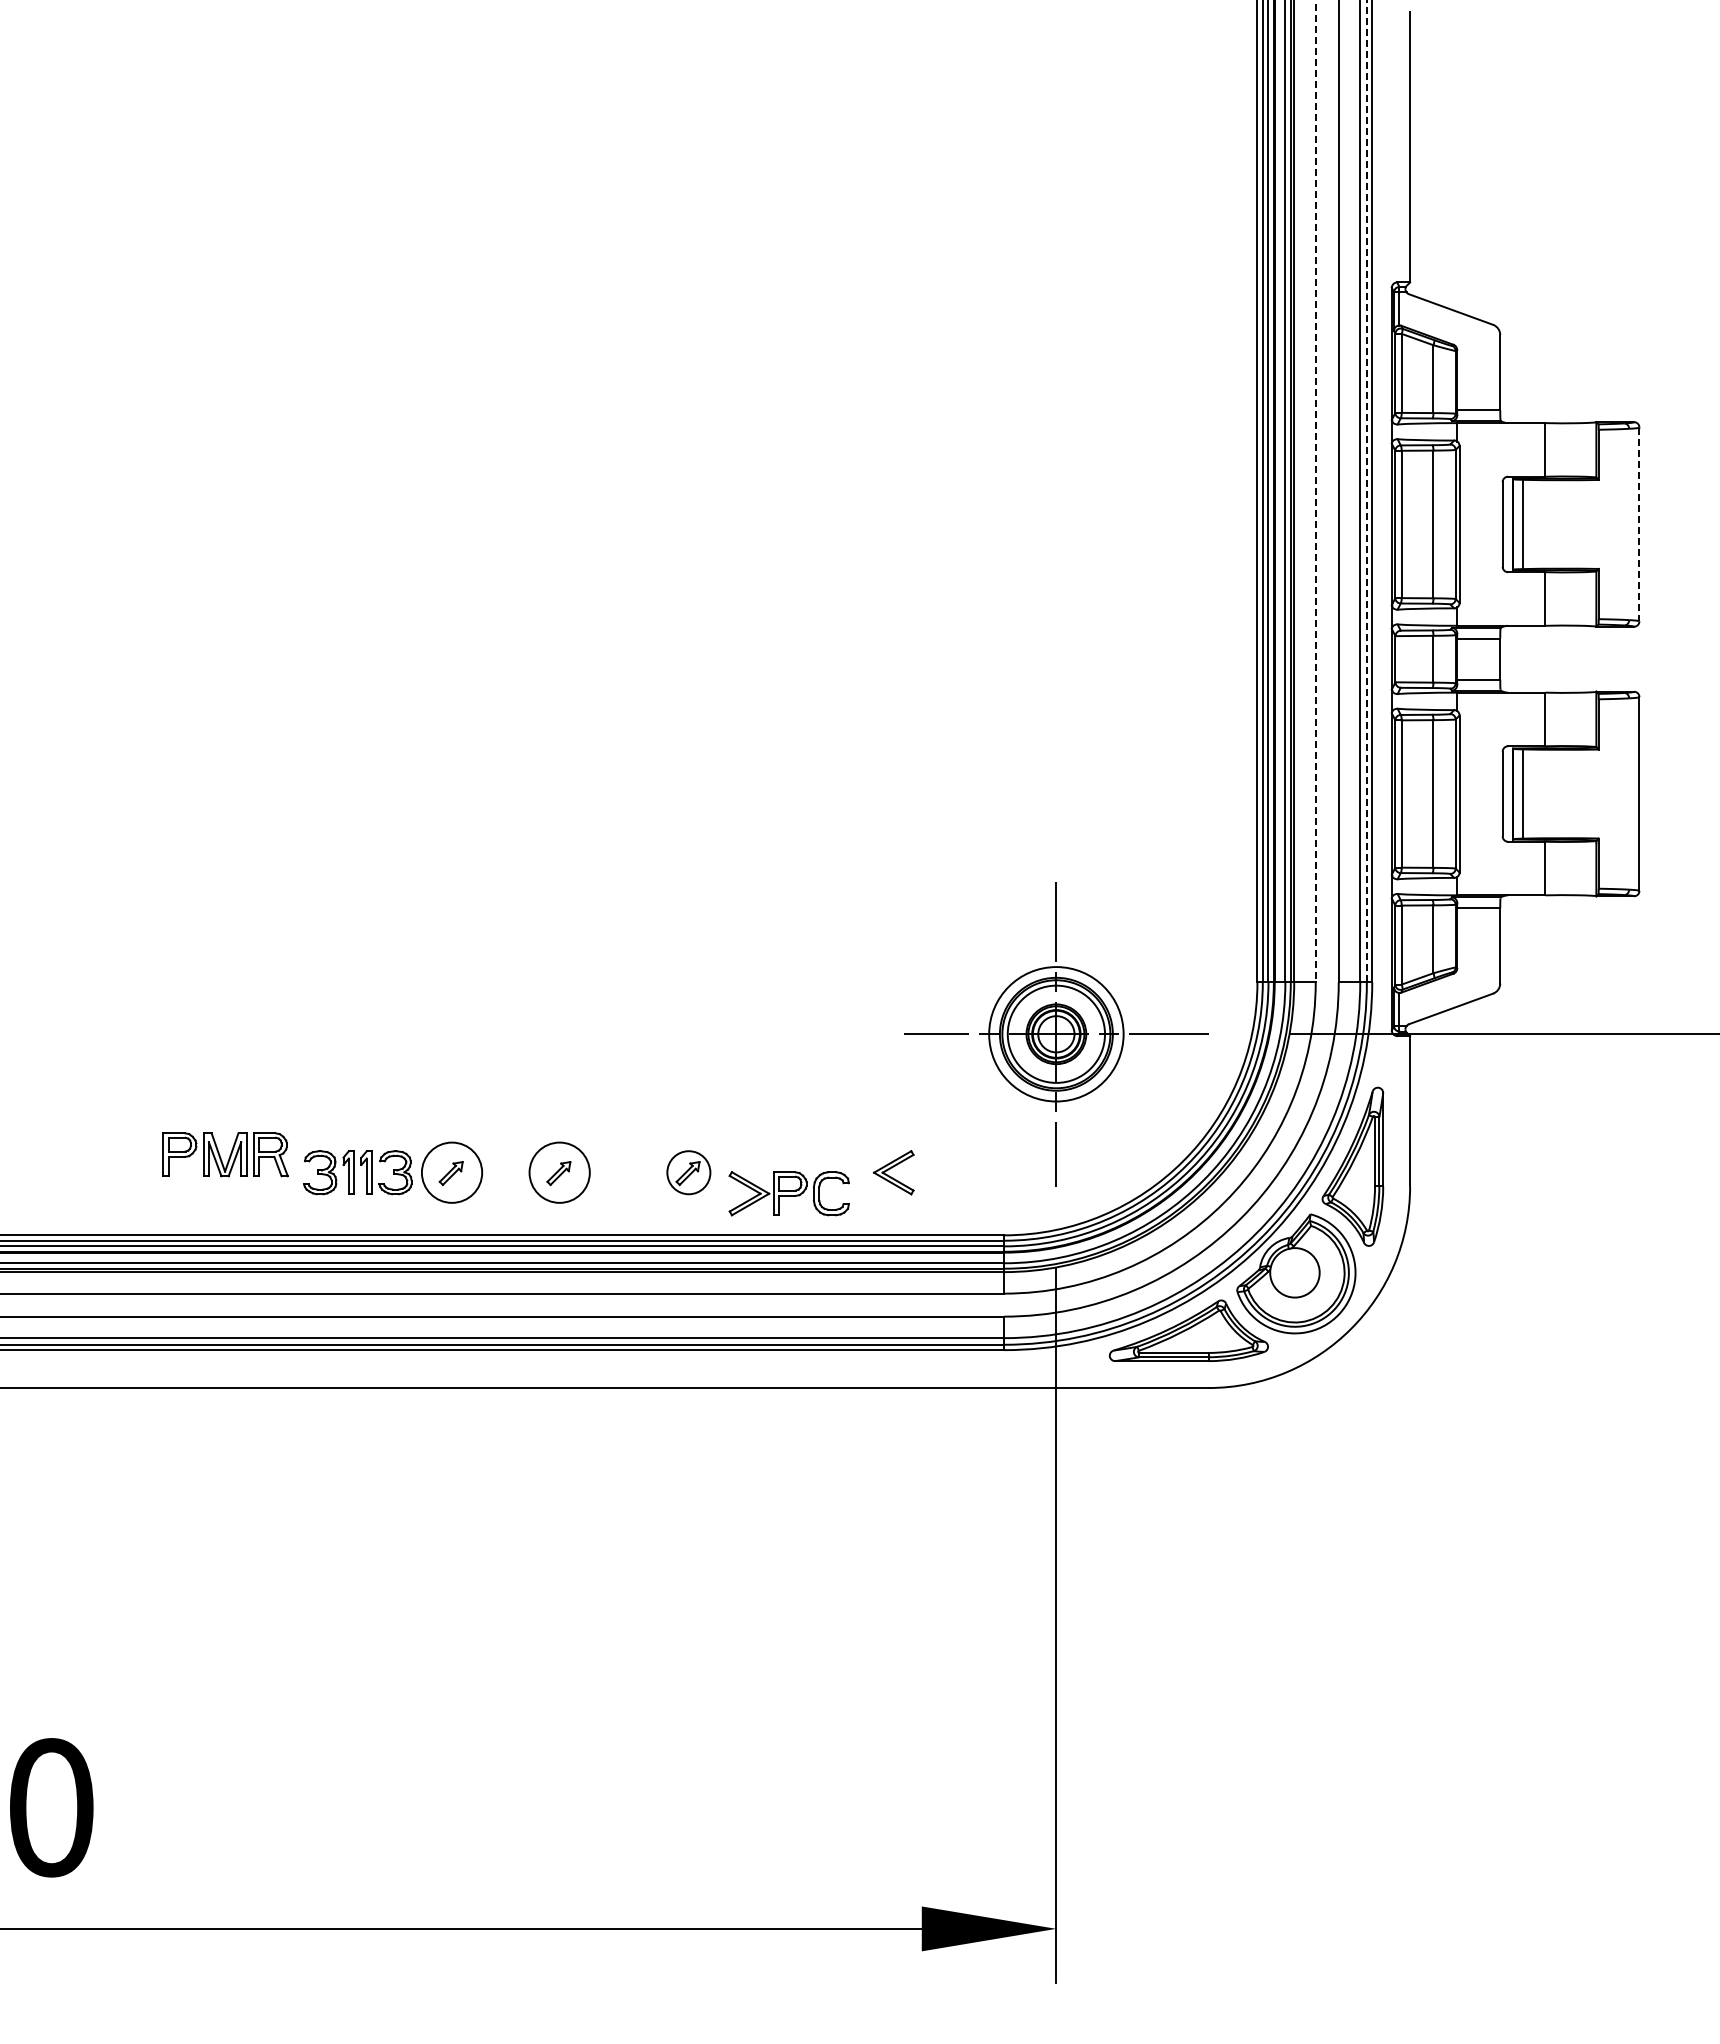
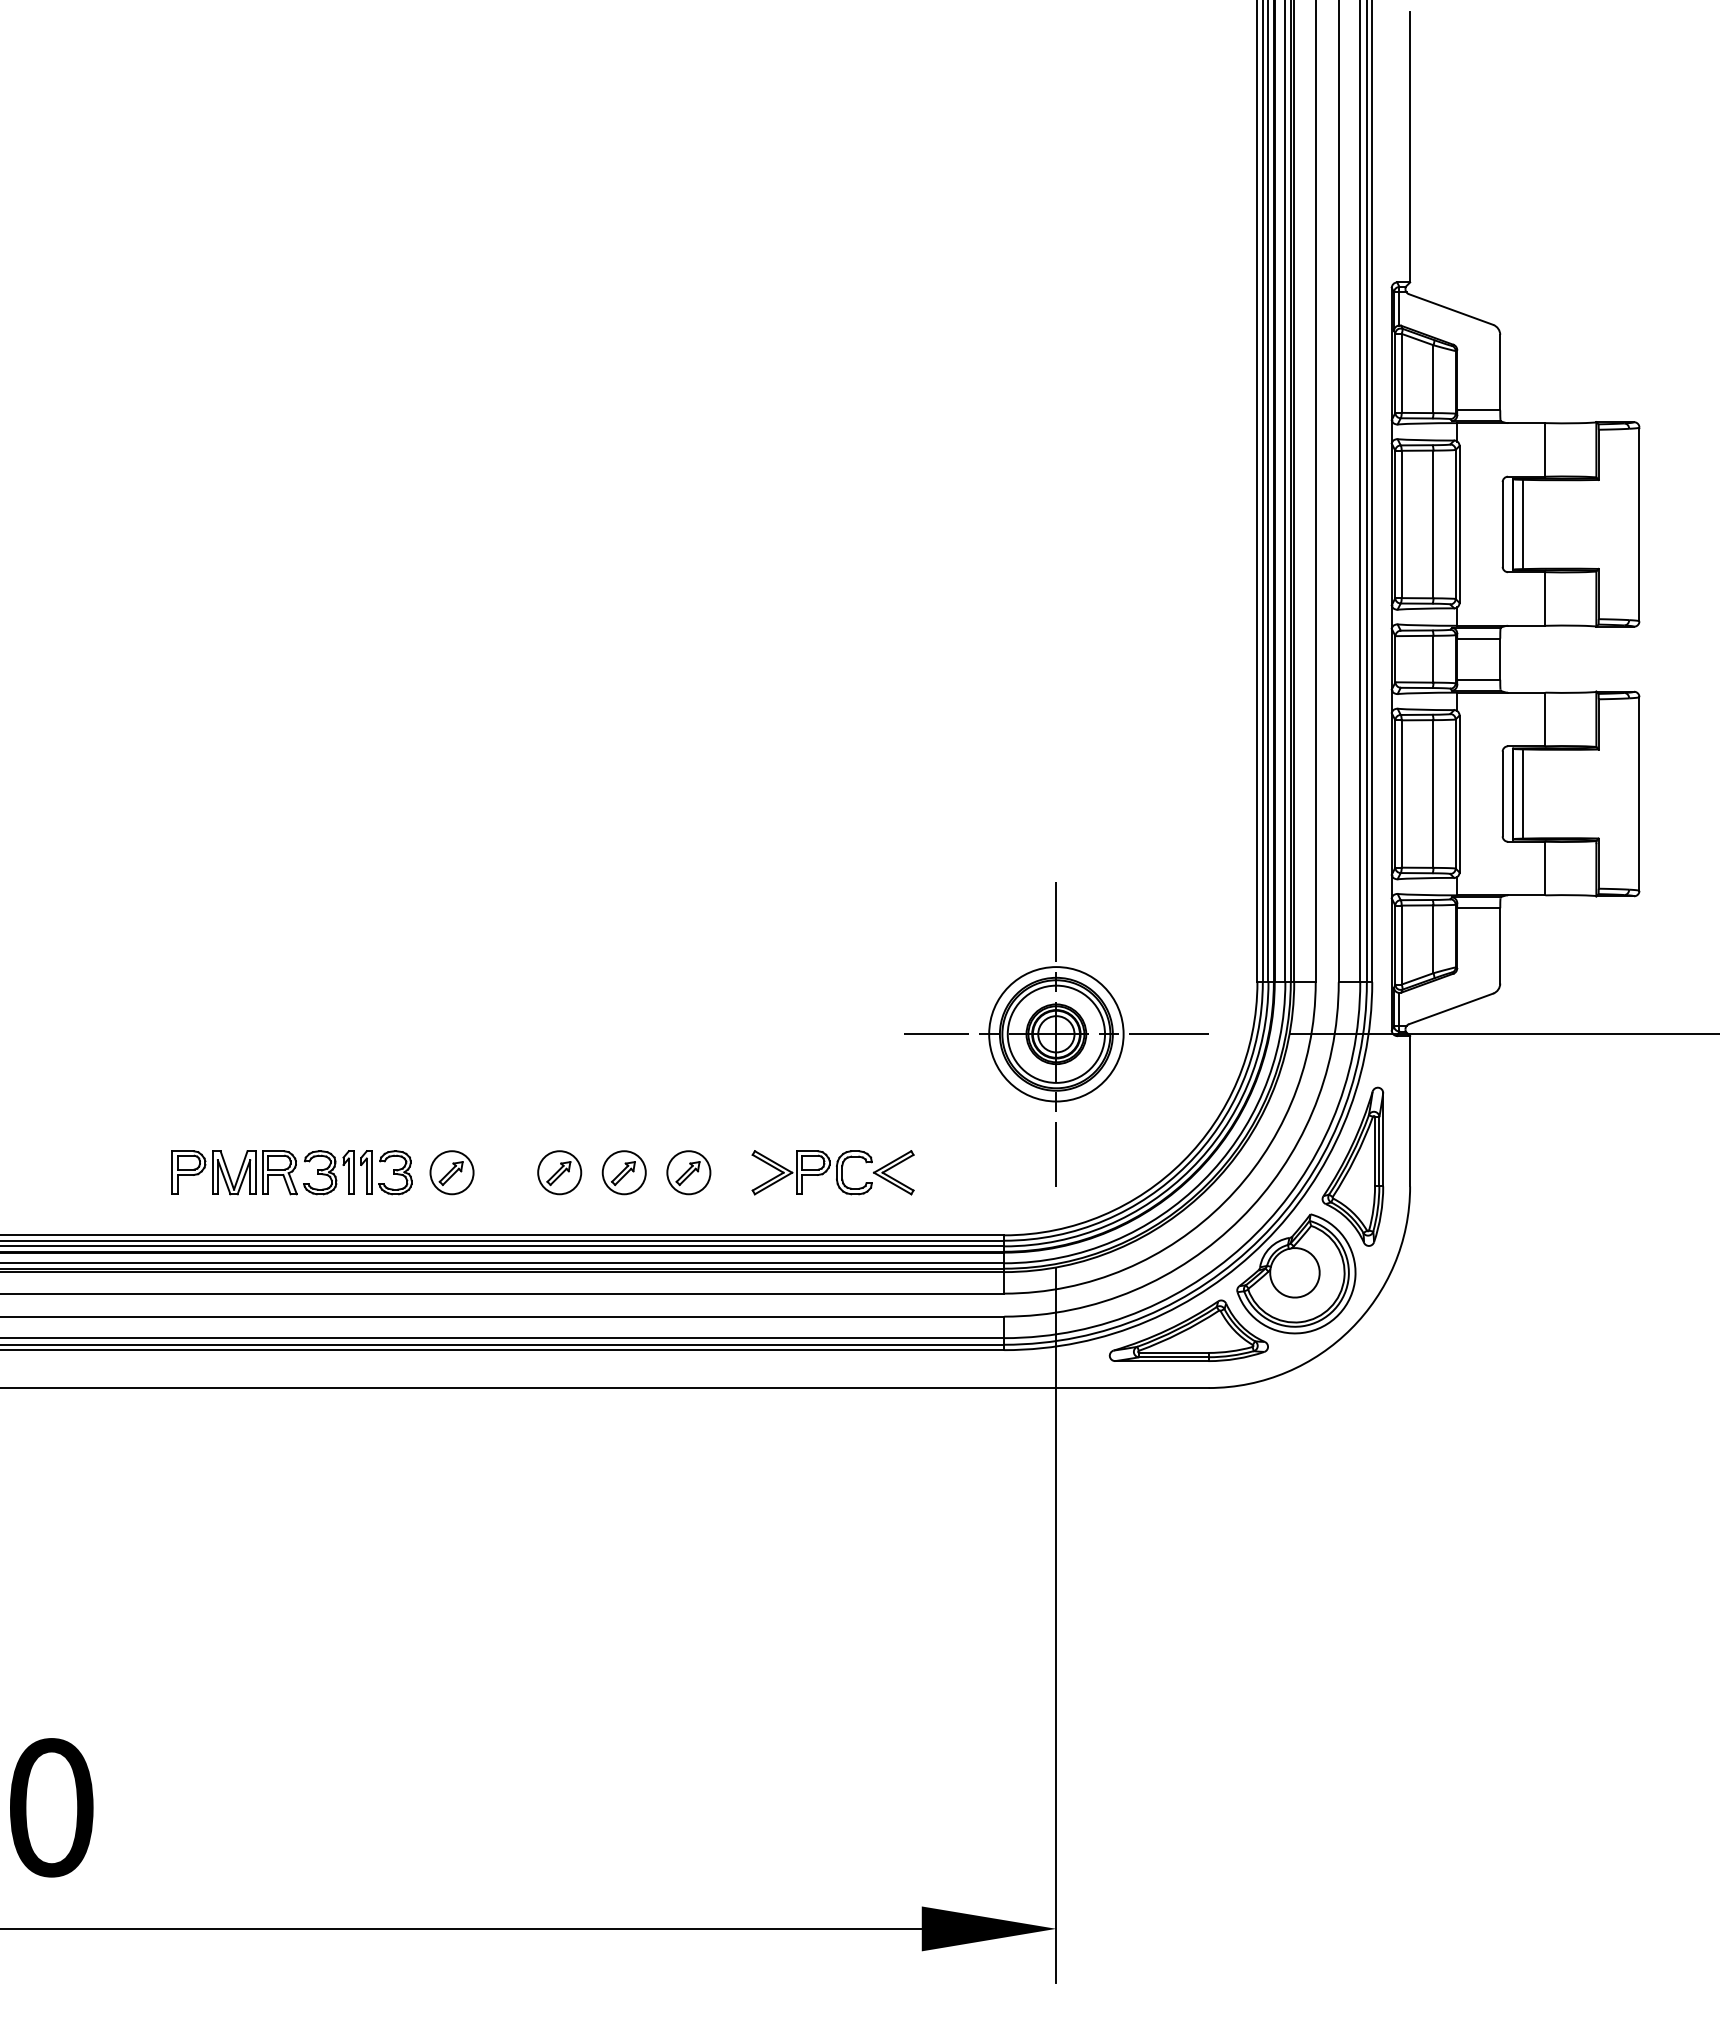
line at (1315, 491): dashed -> solid
line at (1366, 491): dashed -> solid
line at (1639, 524): dashed -> solid
part at (225, 1154) position: (225, 1154) -> (234, 1172)
circle at (451, 1172) diameter: 60 px -> 43 px
circle at (559, 1172) diameter: 60 px -> 43 px
part at (623, 1172): none -> present
part at (788, 1193) position: (788, 1193) -> (811, 1172)
